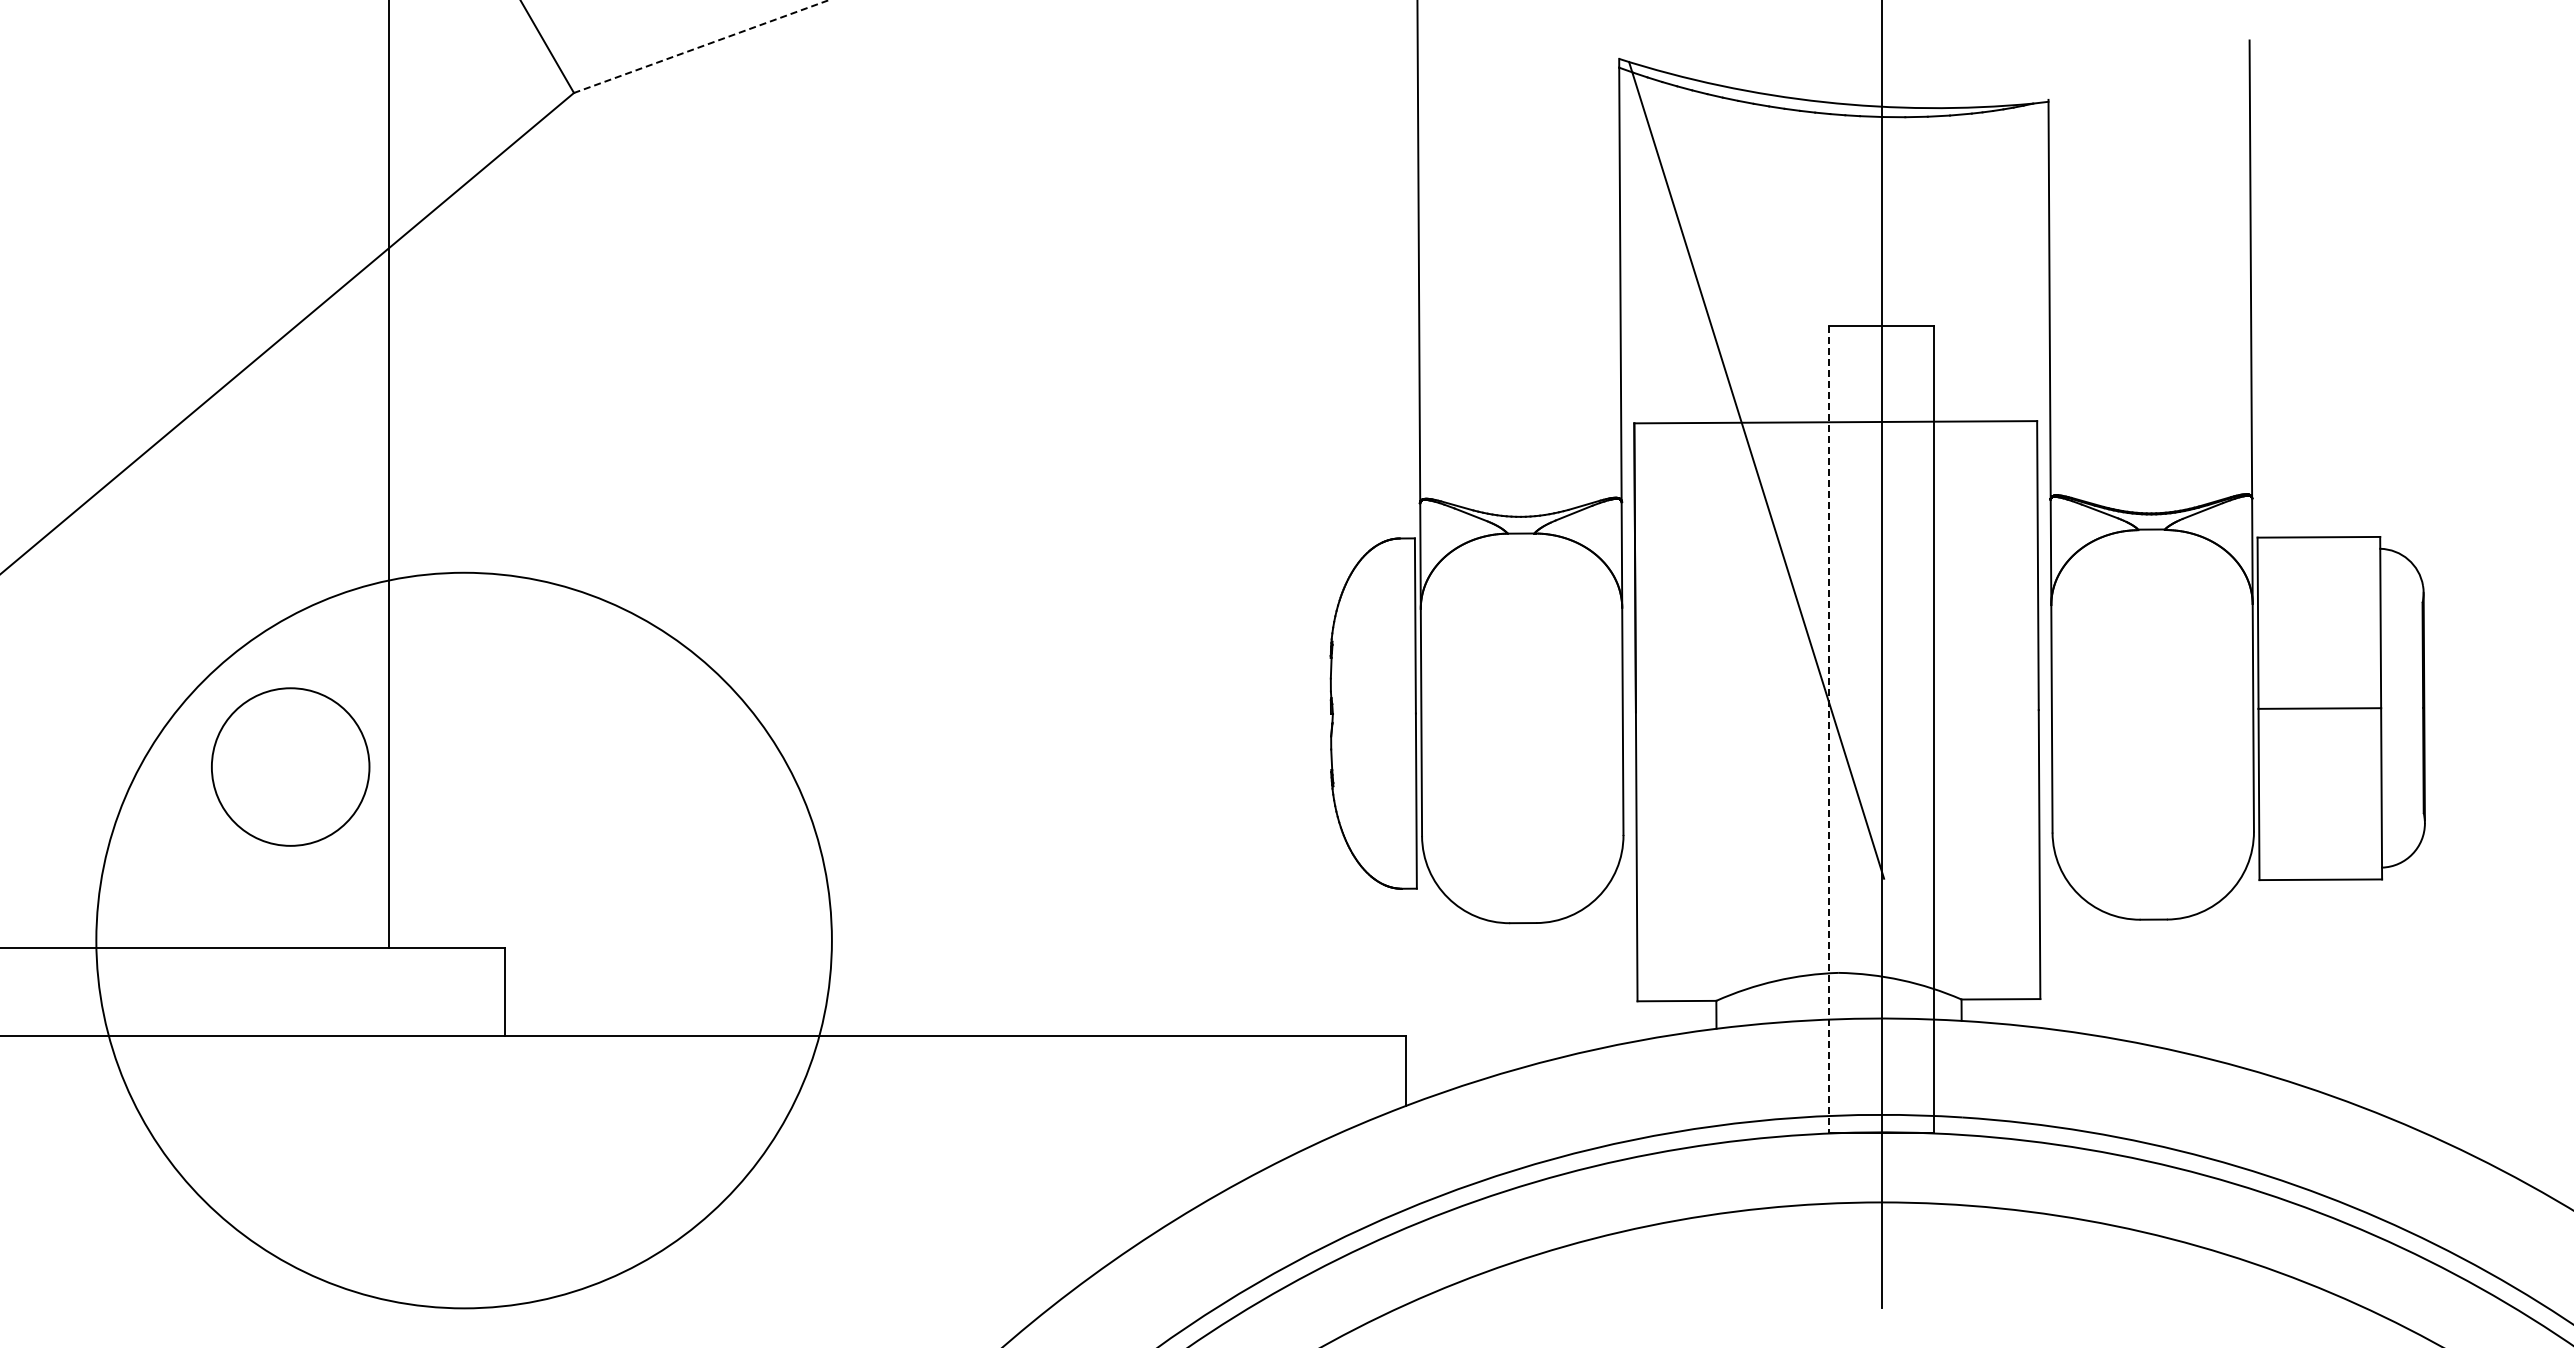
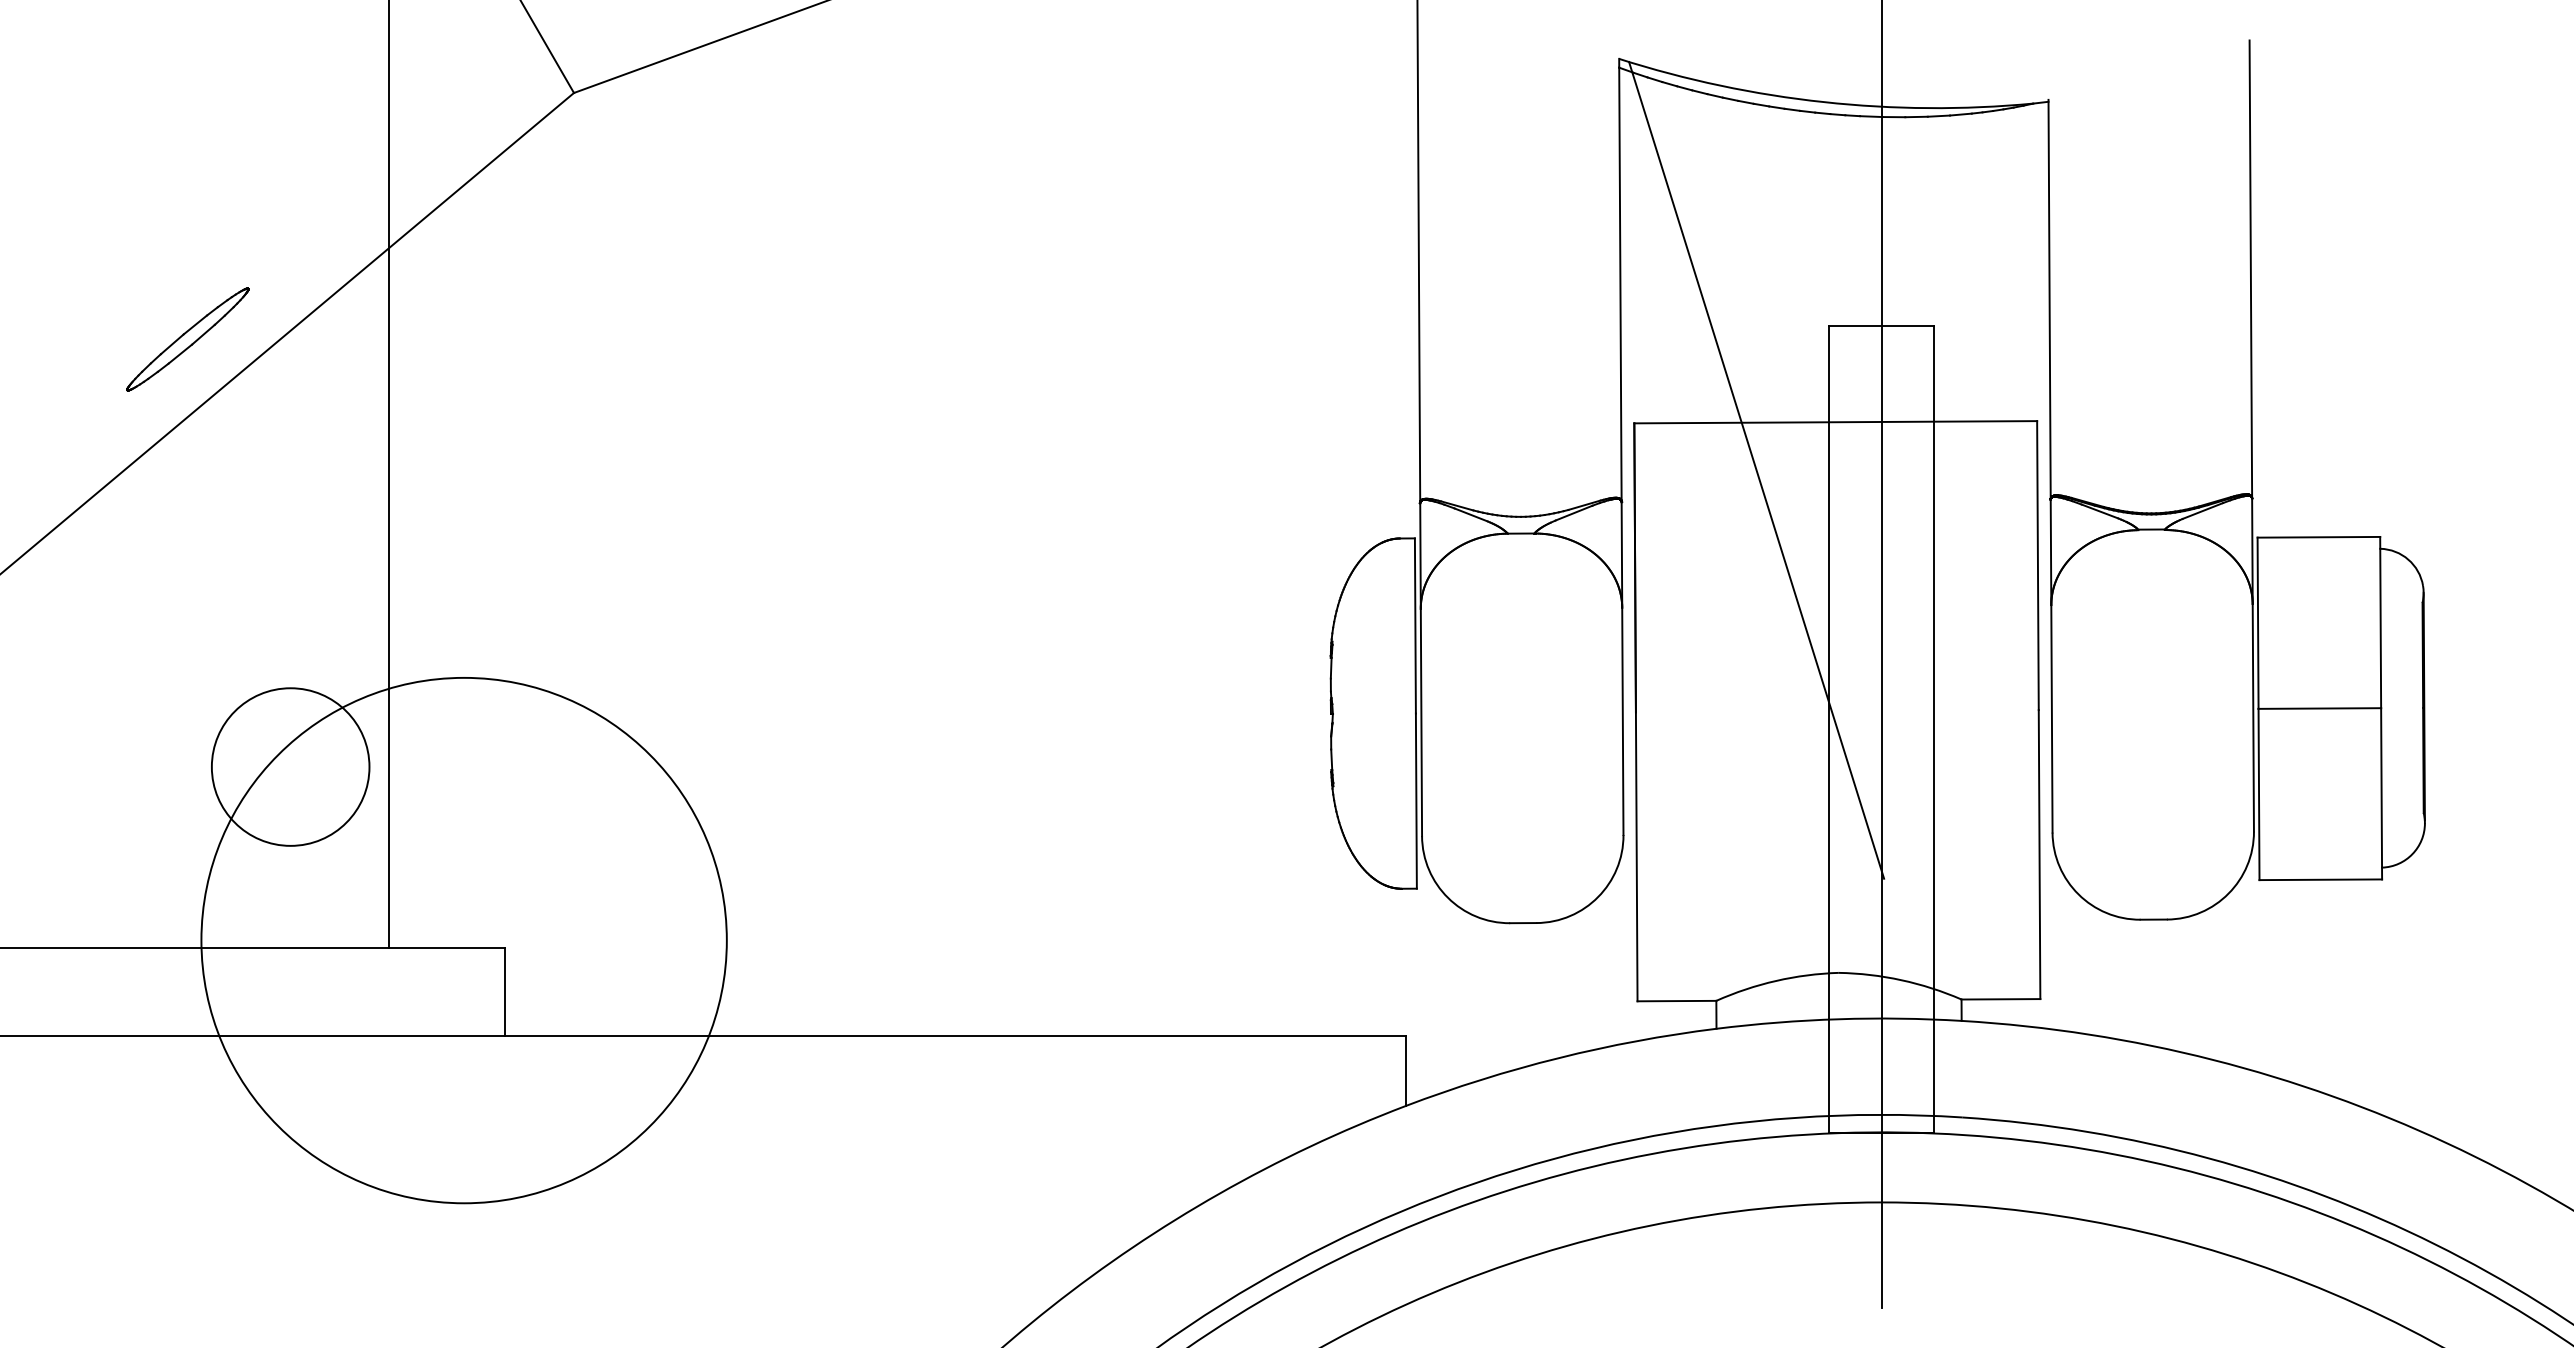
line at (701, 46): dashed -> solid
part at (187, 339): none -> present
line at (1829, 729): dashed -> solid
circle at (463, 940) diameter: 736 px -> 525 px
